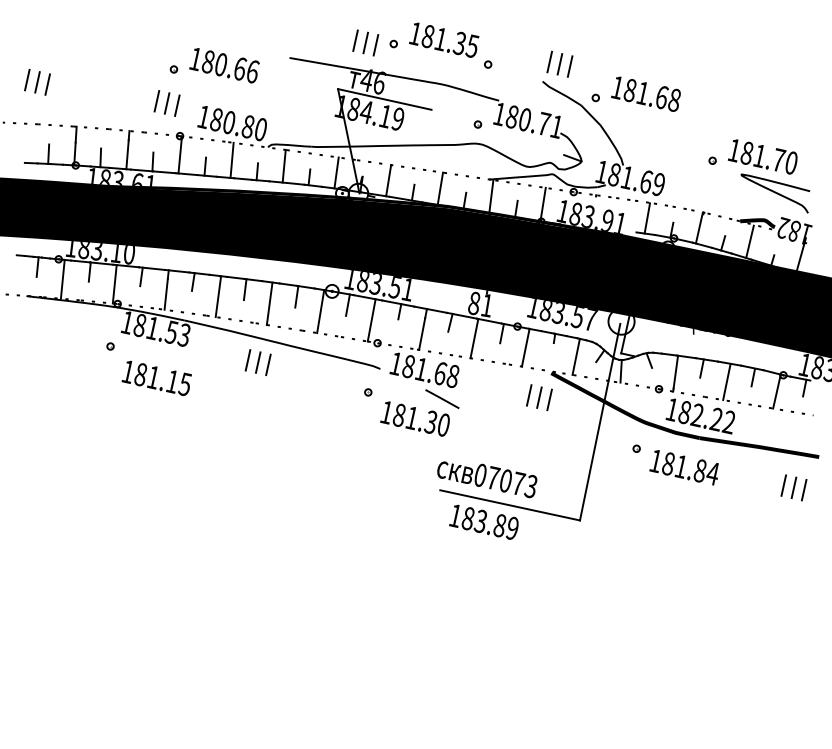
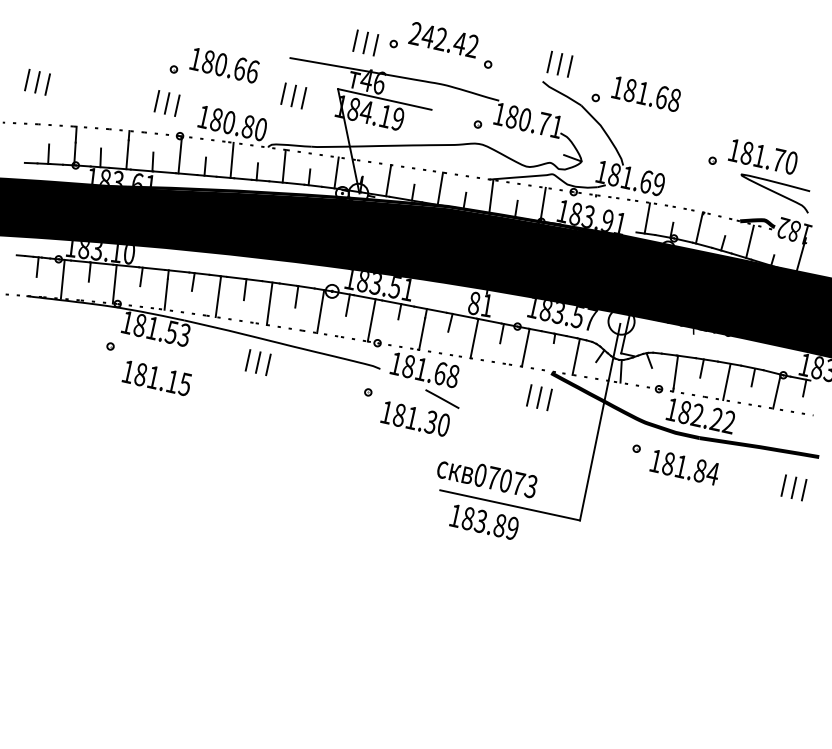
text at (443, 40): 181.35 -> 242.42
part at (293, 95): none -> present
